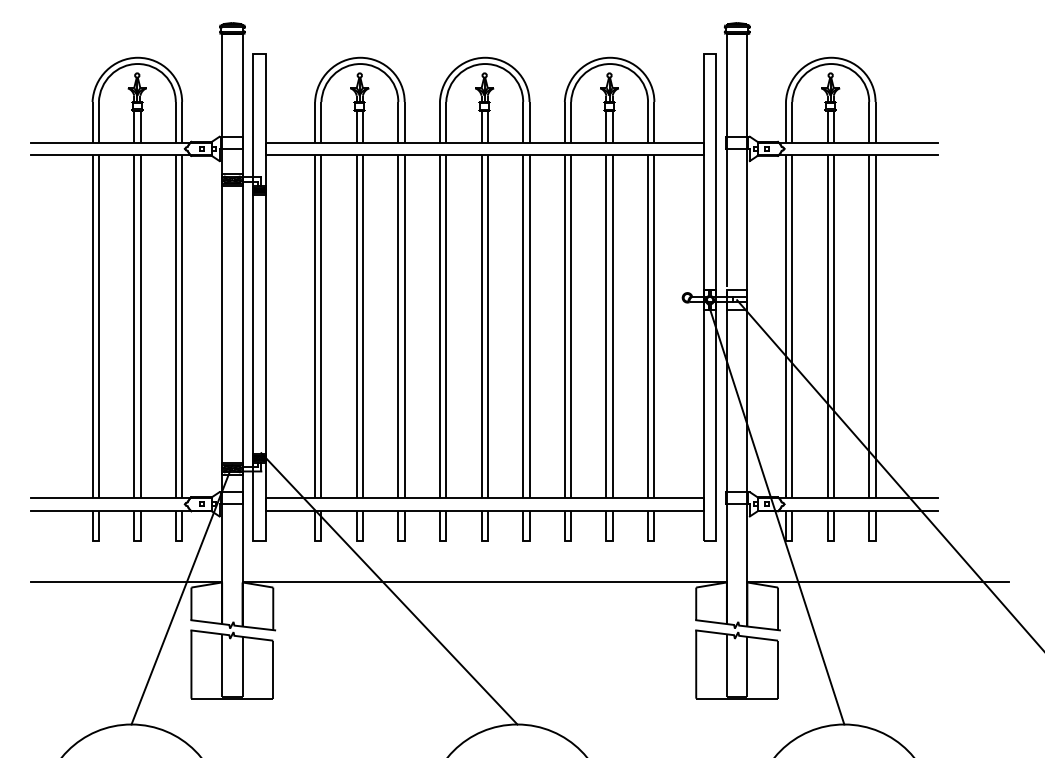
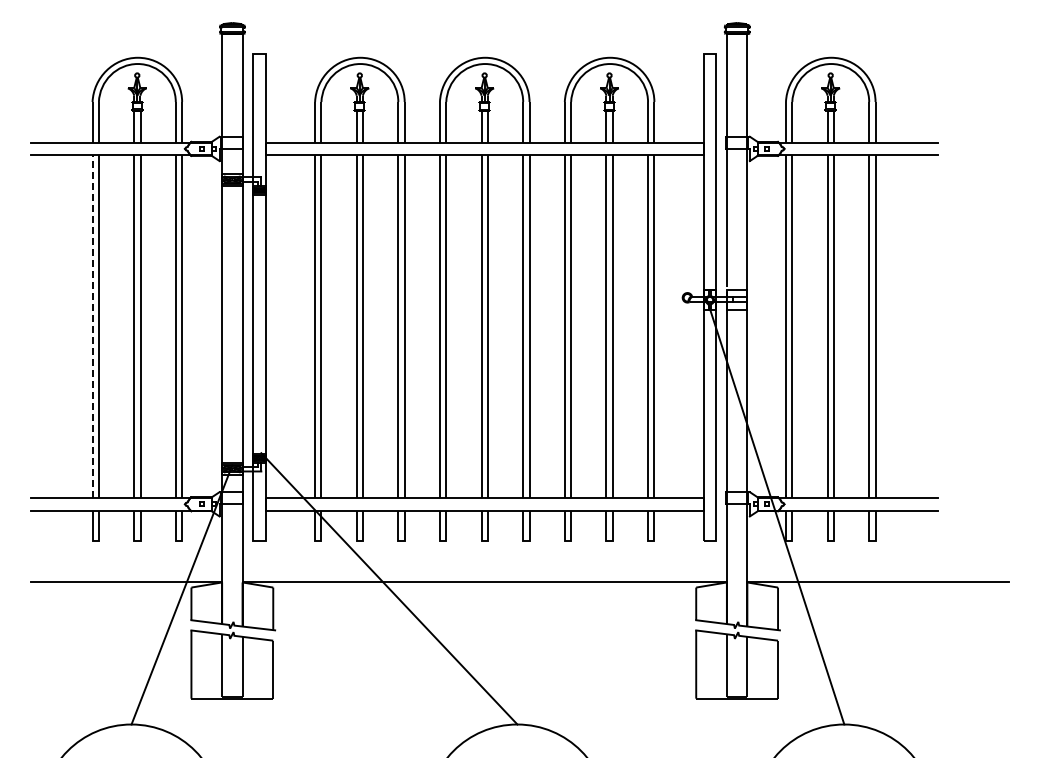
line at (92, 326): solid -> dashed
line at (889, 474): present -> none
